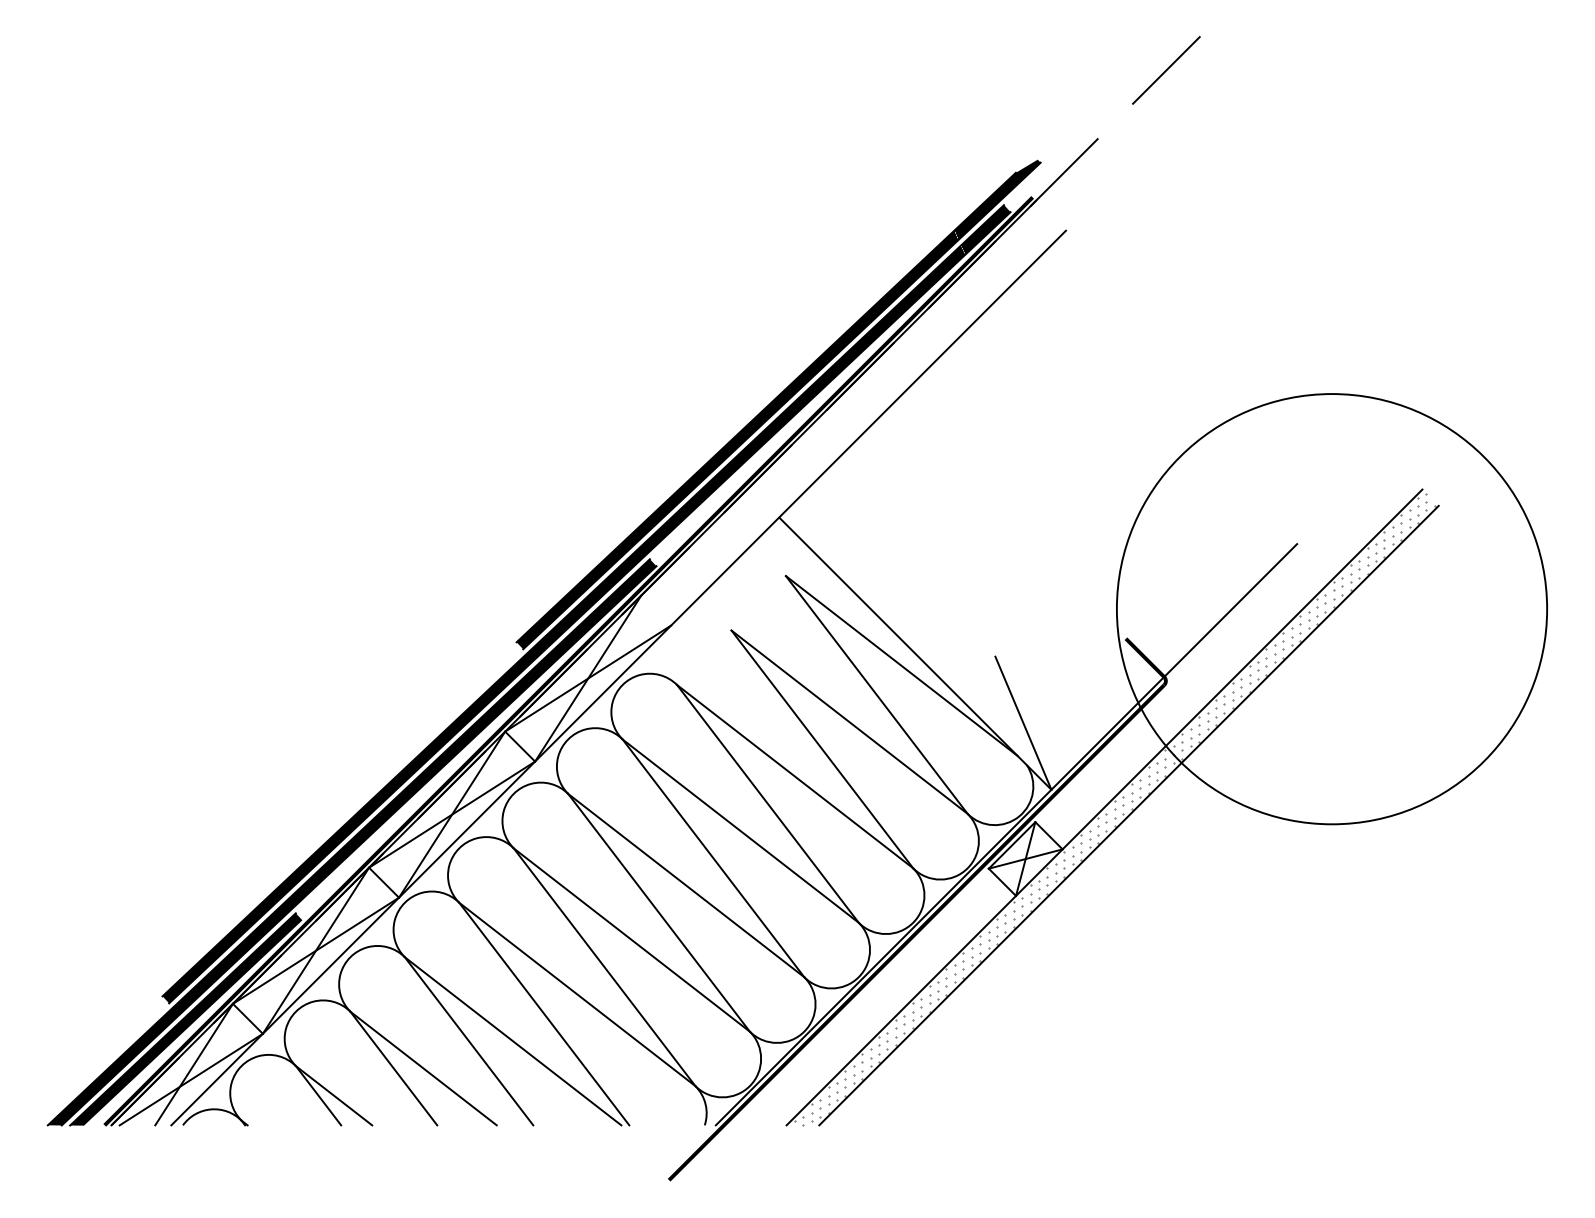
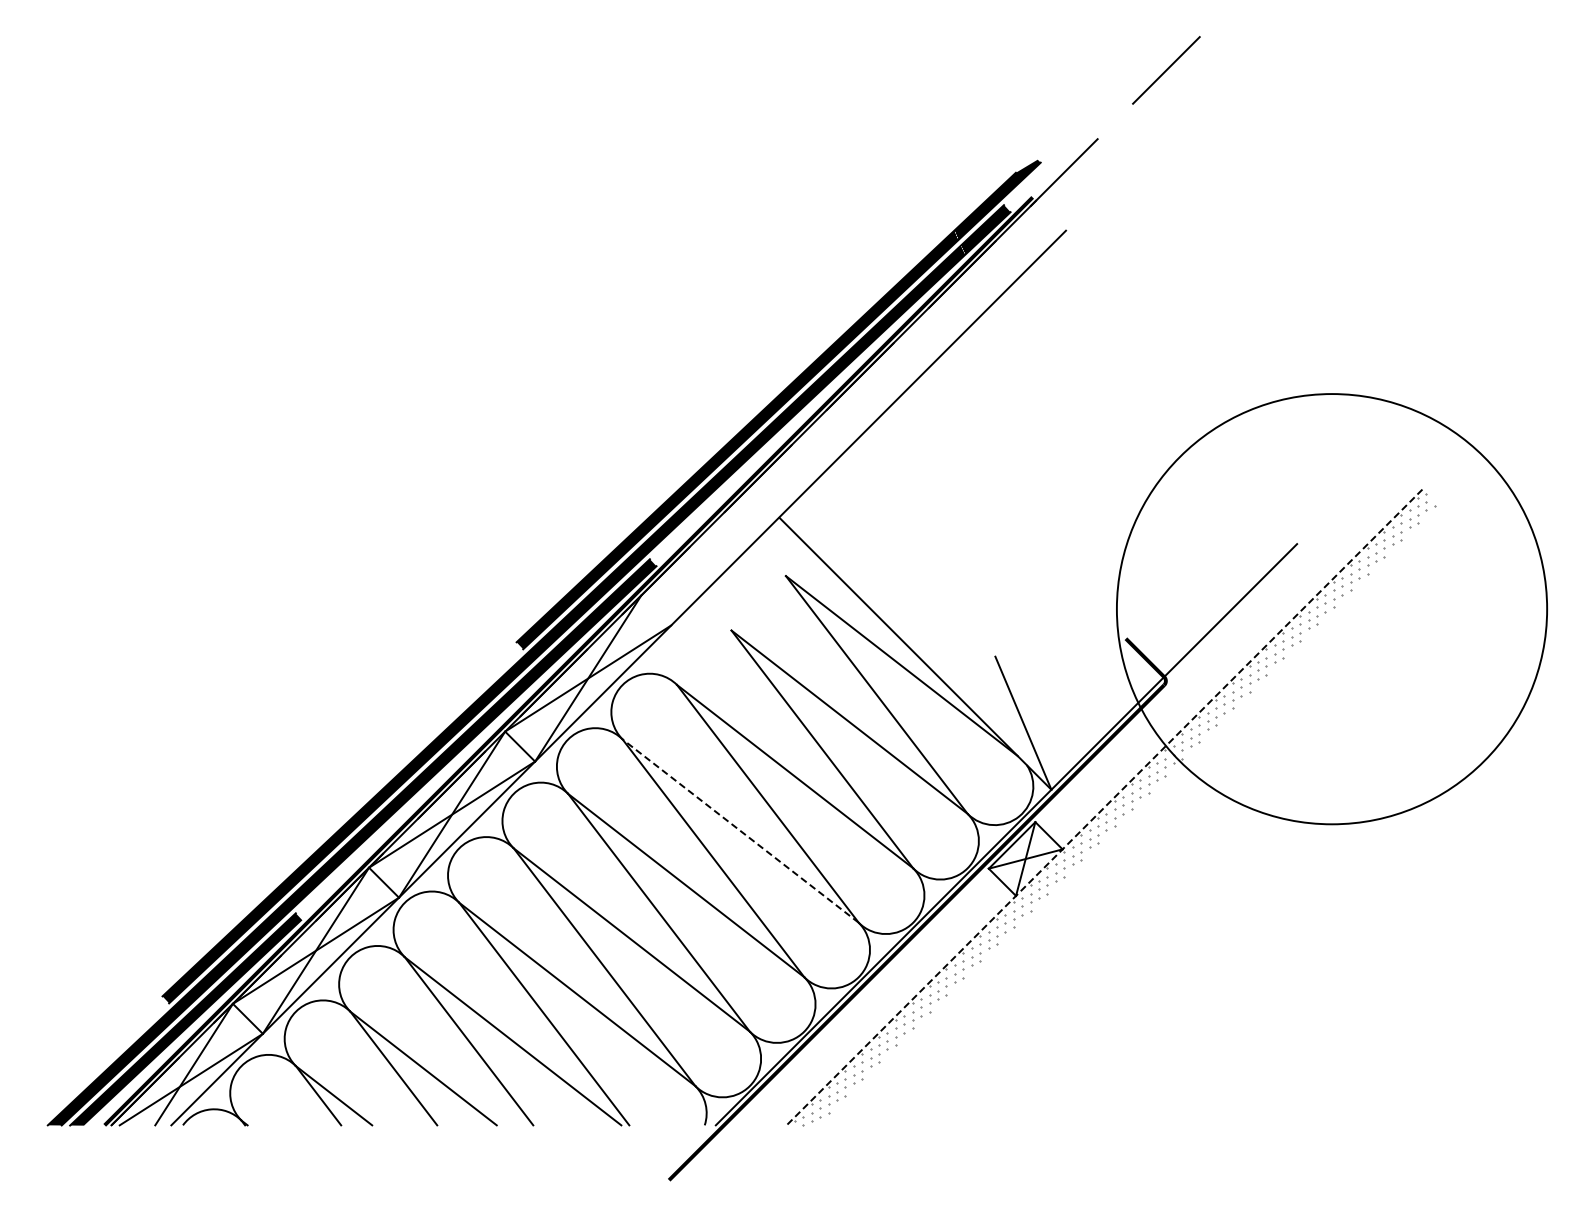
line at (1104, 807): solid -> dashed
line at (1128, 815): present -> none
line at (740, 830): solid -> dashed
